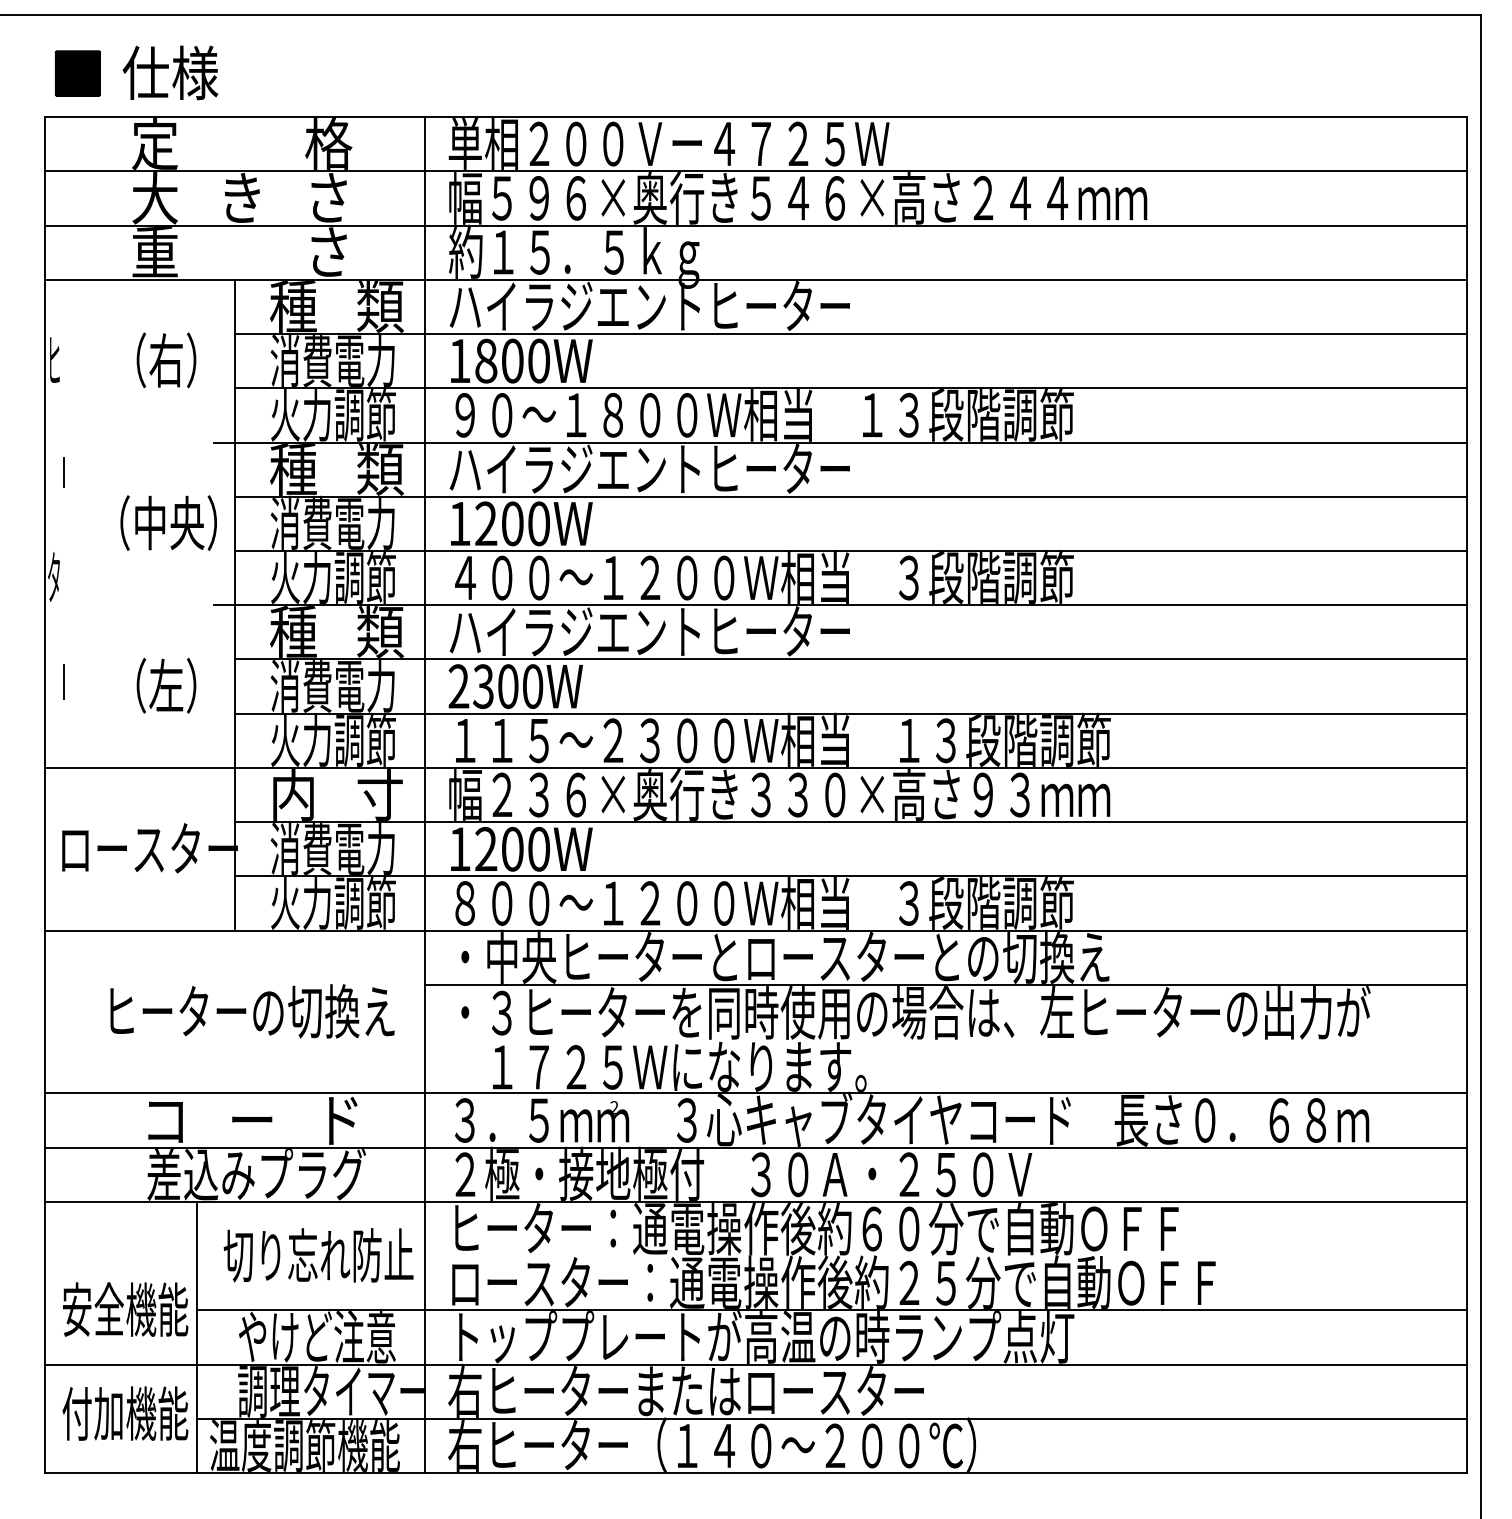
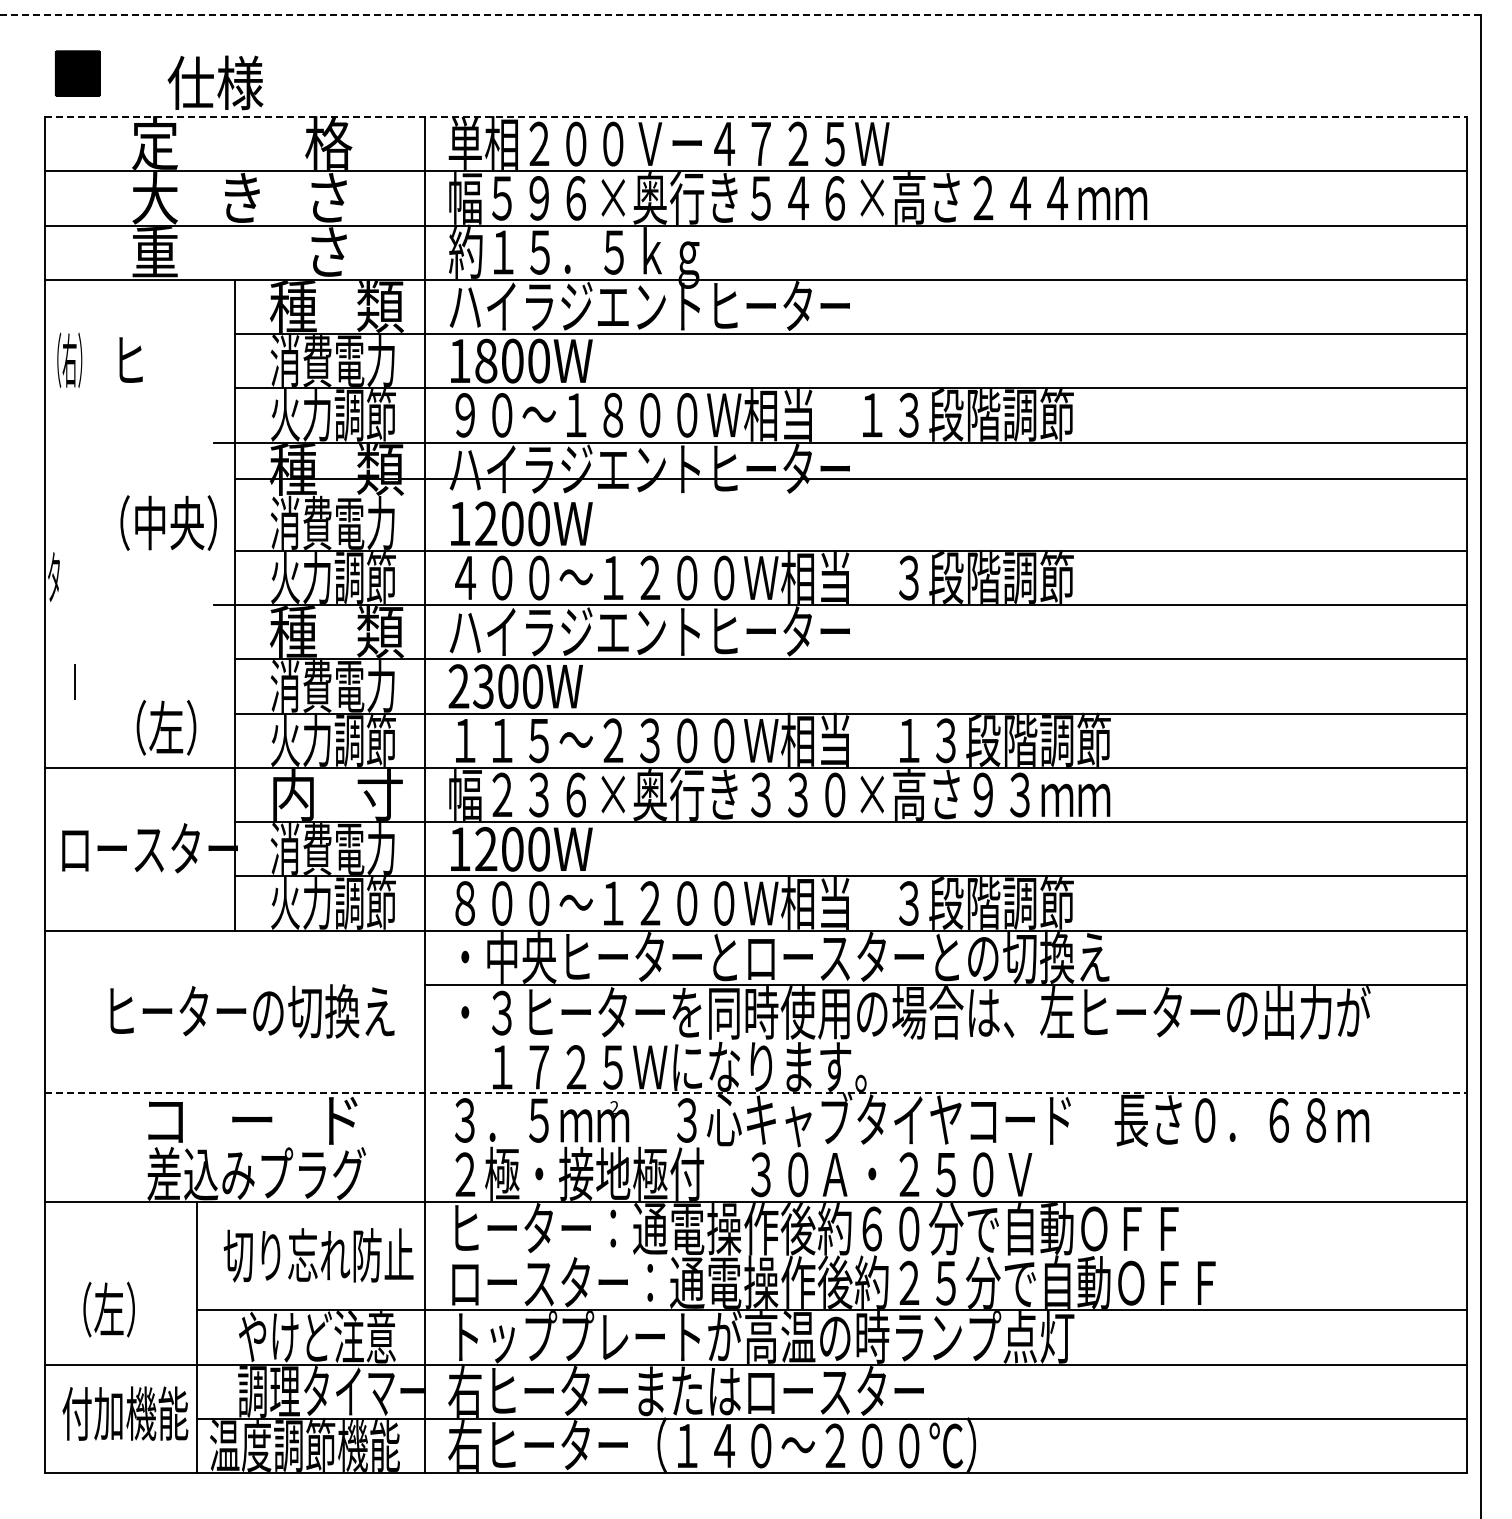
line at (740, 15): solid -> dashed
text at (170, 72) position: (170, 72) -> (215, 82)
line at (756, 117): solid -> dashed
text at (66, 360): ヒ -> （右）
text at (157, 360): （右） -> ヒ
line at (63, 471): present -> none
line at (850, 496) position: (850, 496) -> (850, 478)
line at (63, 681) position: (63, 681) -> (74, 681)
text at (166, 685) position: (166, 685) -> (166, 727)
line at (756, 1093): solid -> dashed
line at (755, 1147): present -> none
text at (125, 1309): 安全機能 -> （左）
